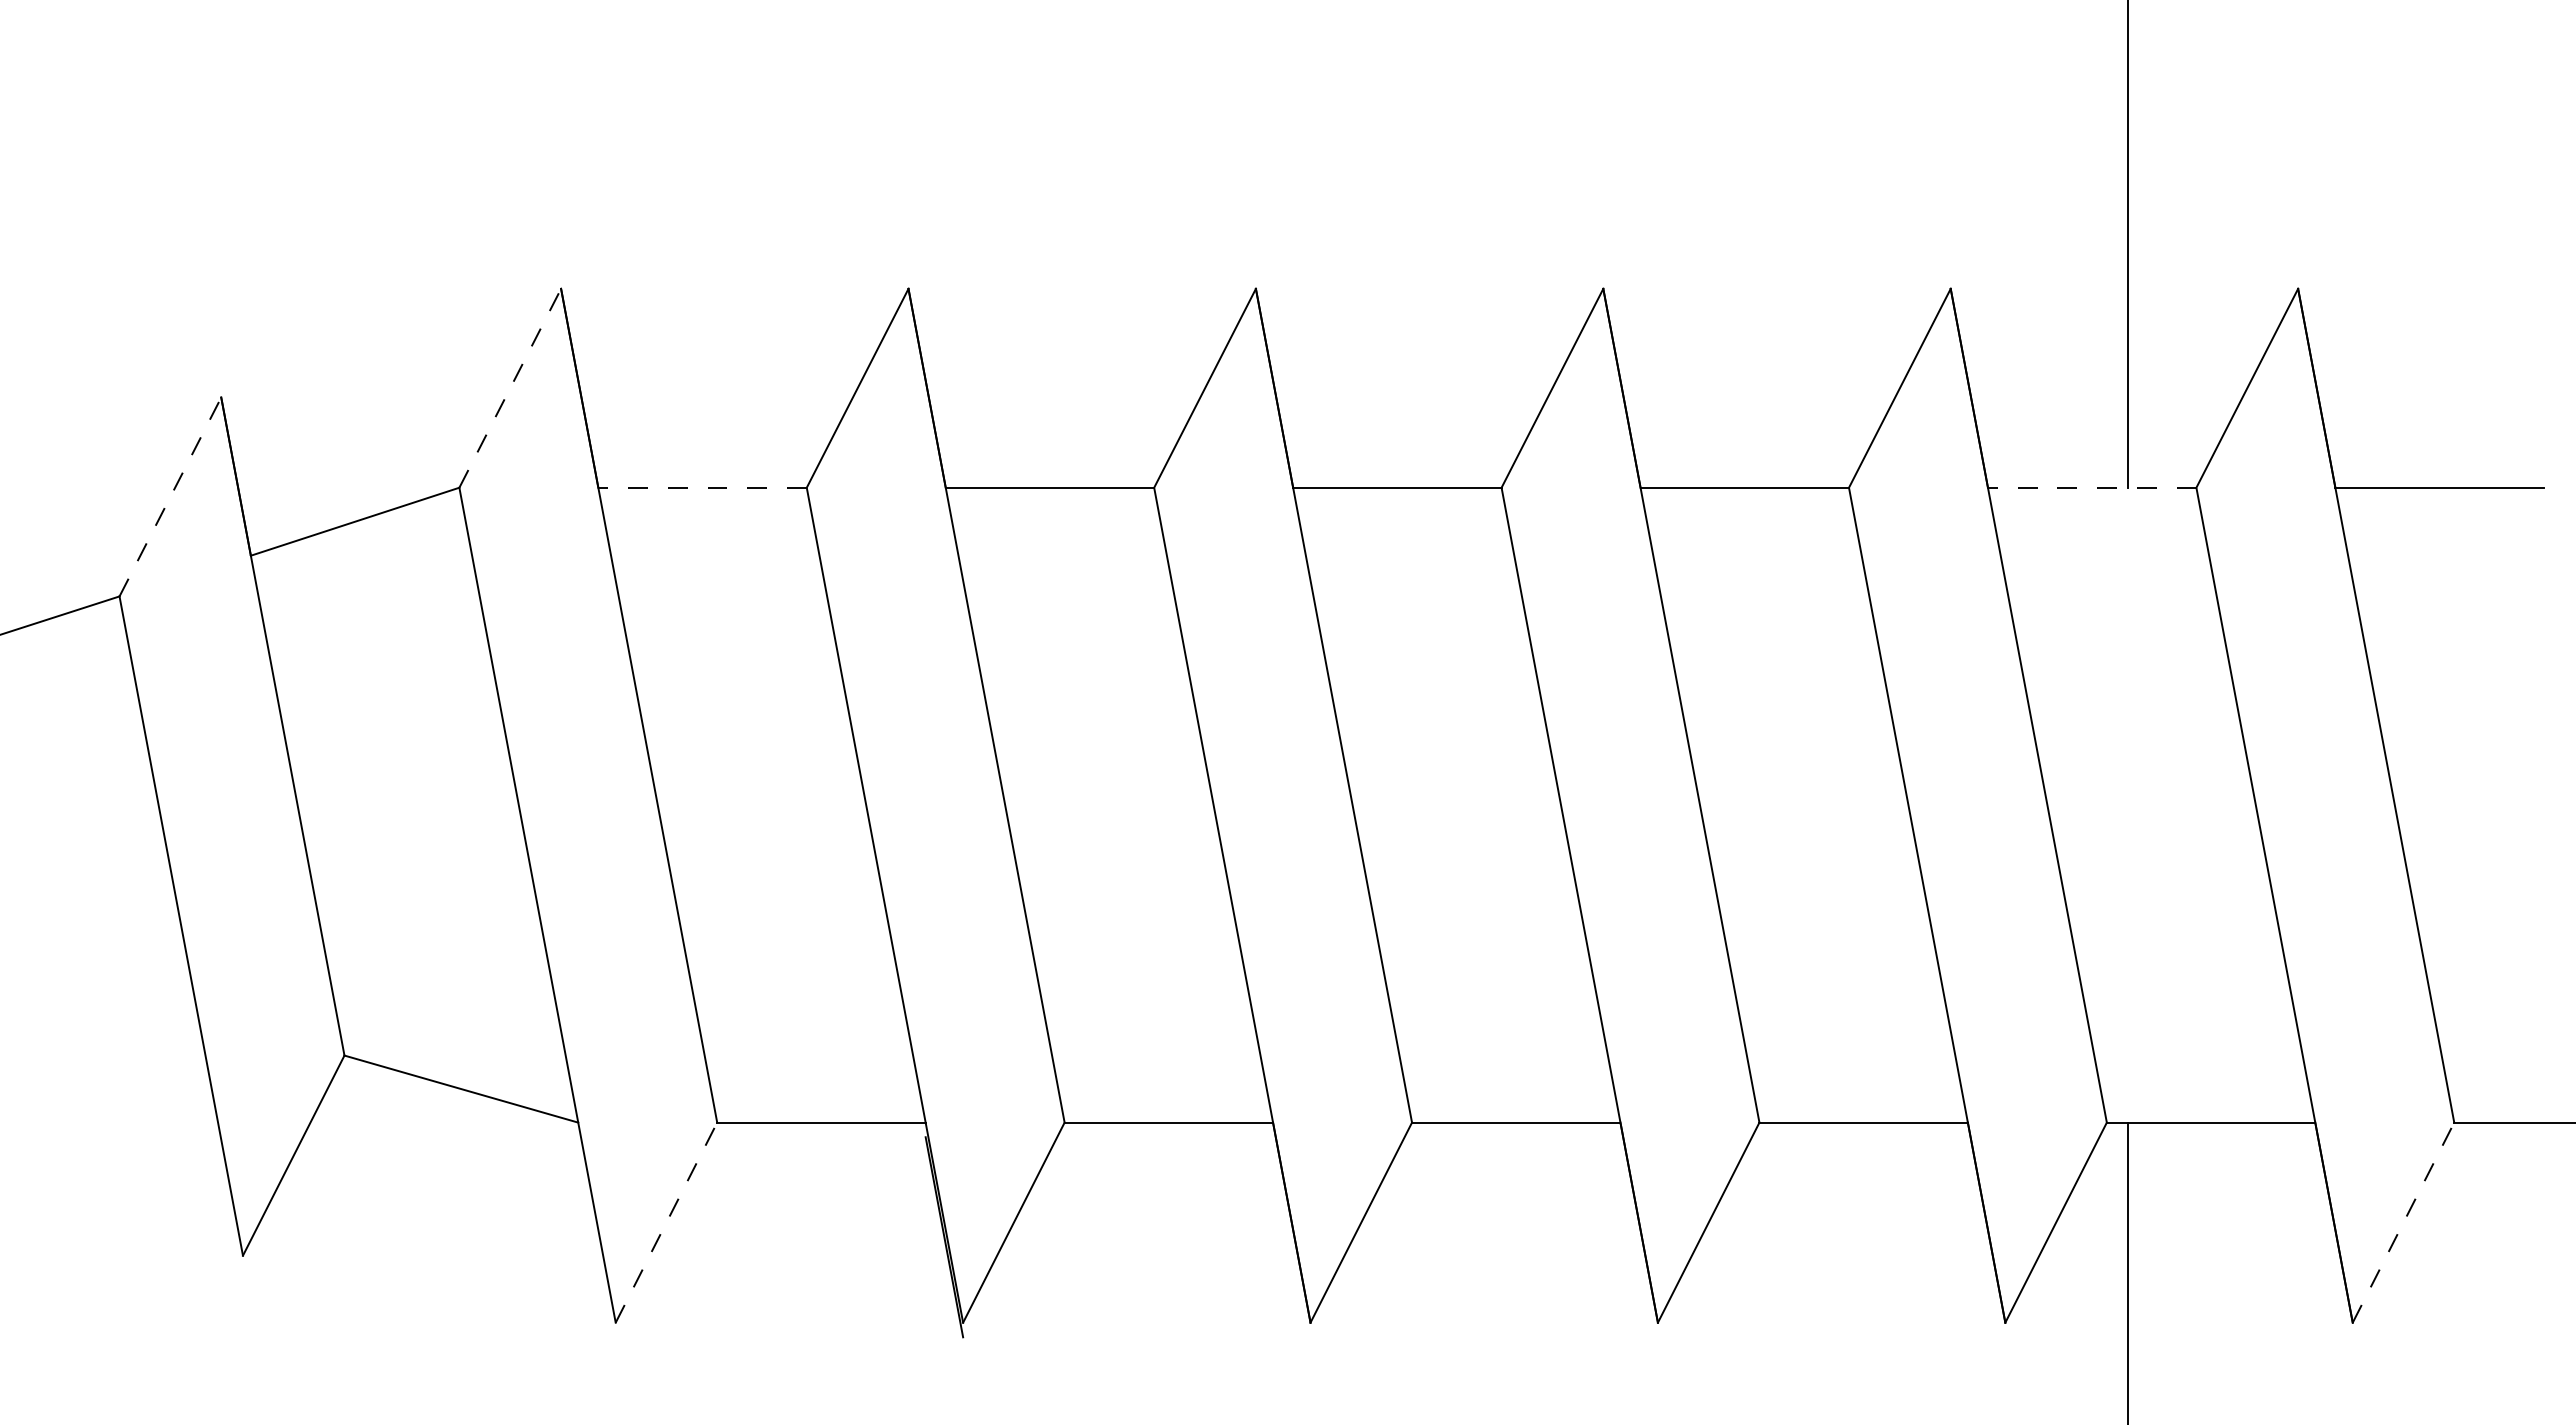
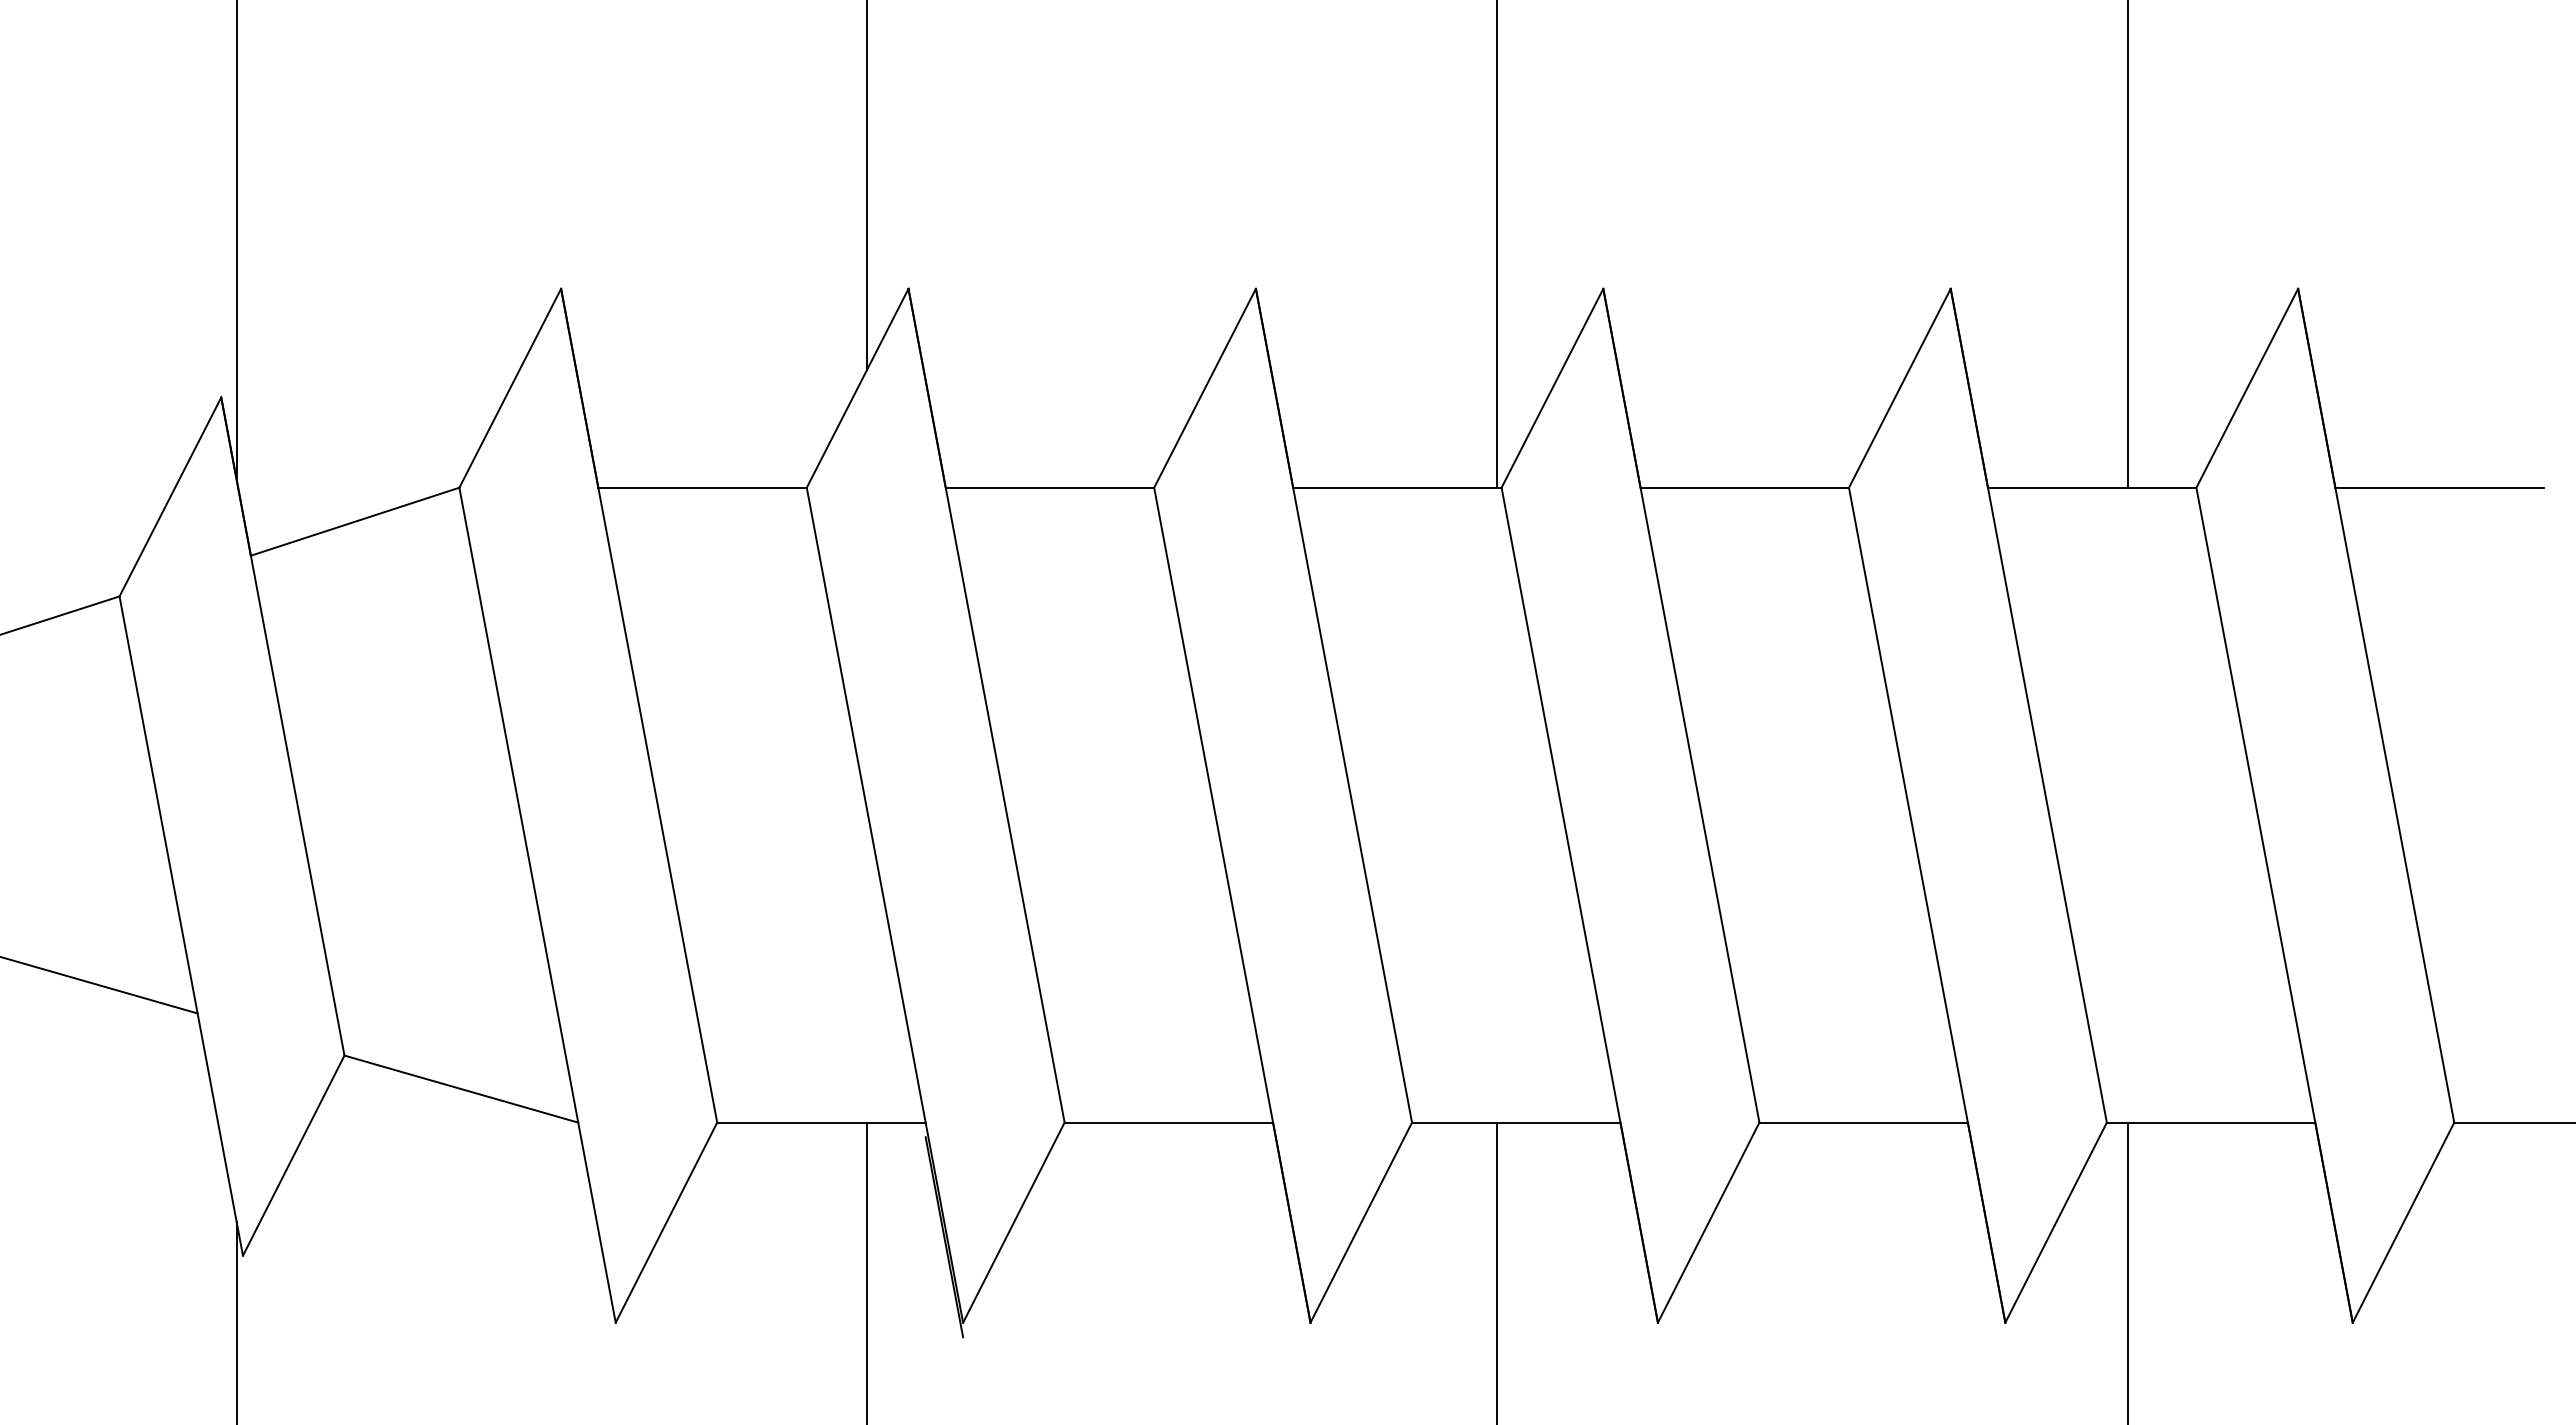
line at (867, 185): none -> present
line at (236, 241): none -> present
line at (1497, 244): none -> present
line at (510, 388): dashed -> solid
line at (702, 487): dashed -> solid
line at (2091, 487): dashed -> solid
line at (170, 497): dashed -> solid
line at (99, 985): none -> present
line at (666, 1222): dashed -> solid
line at (2403, 1222): dashed -> solid
line at (867, 1271): none -> present
line at (1497, 1271): none -> present
line at (236, 1321): none -> present
